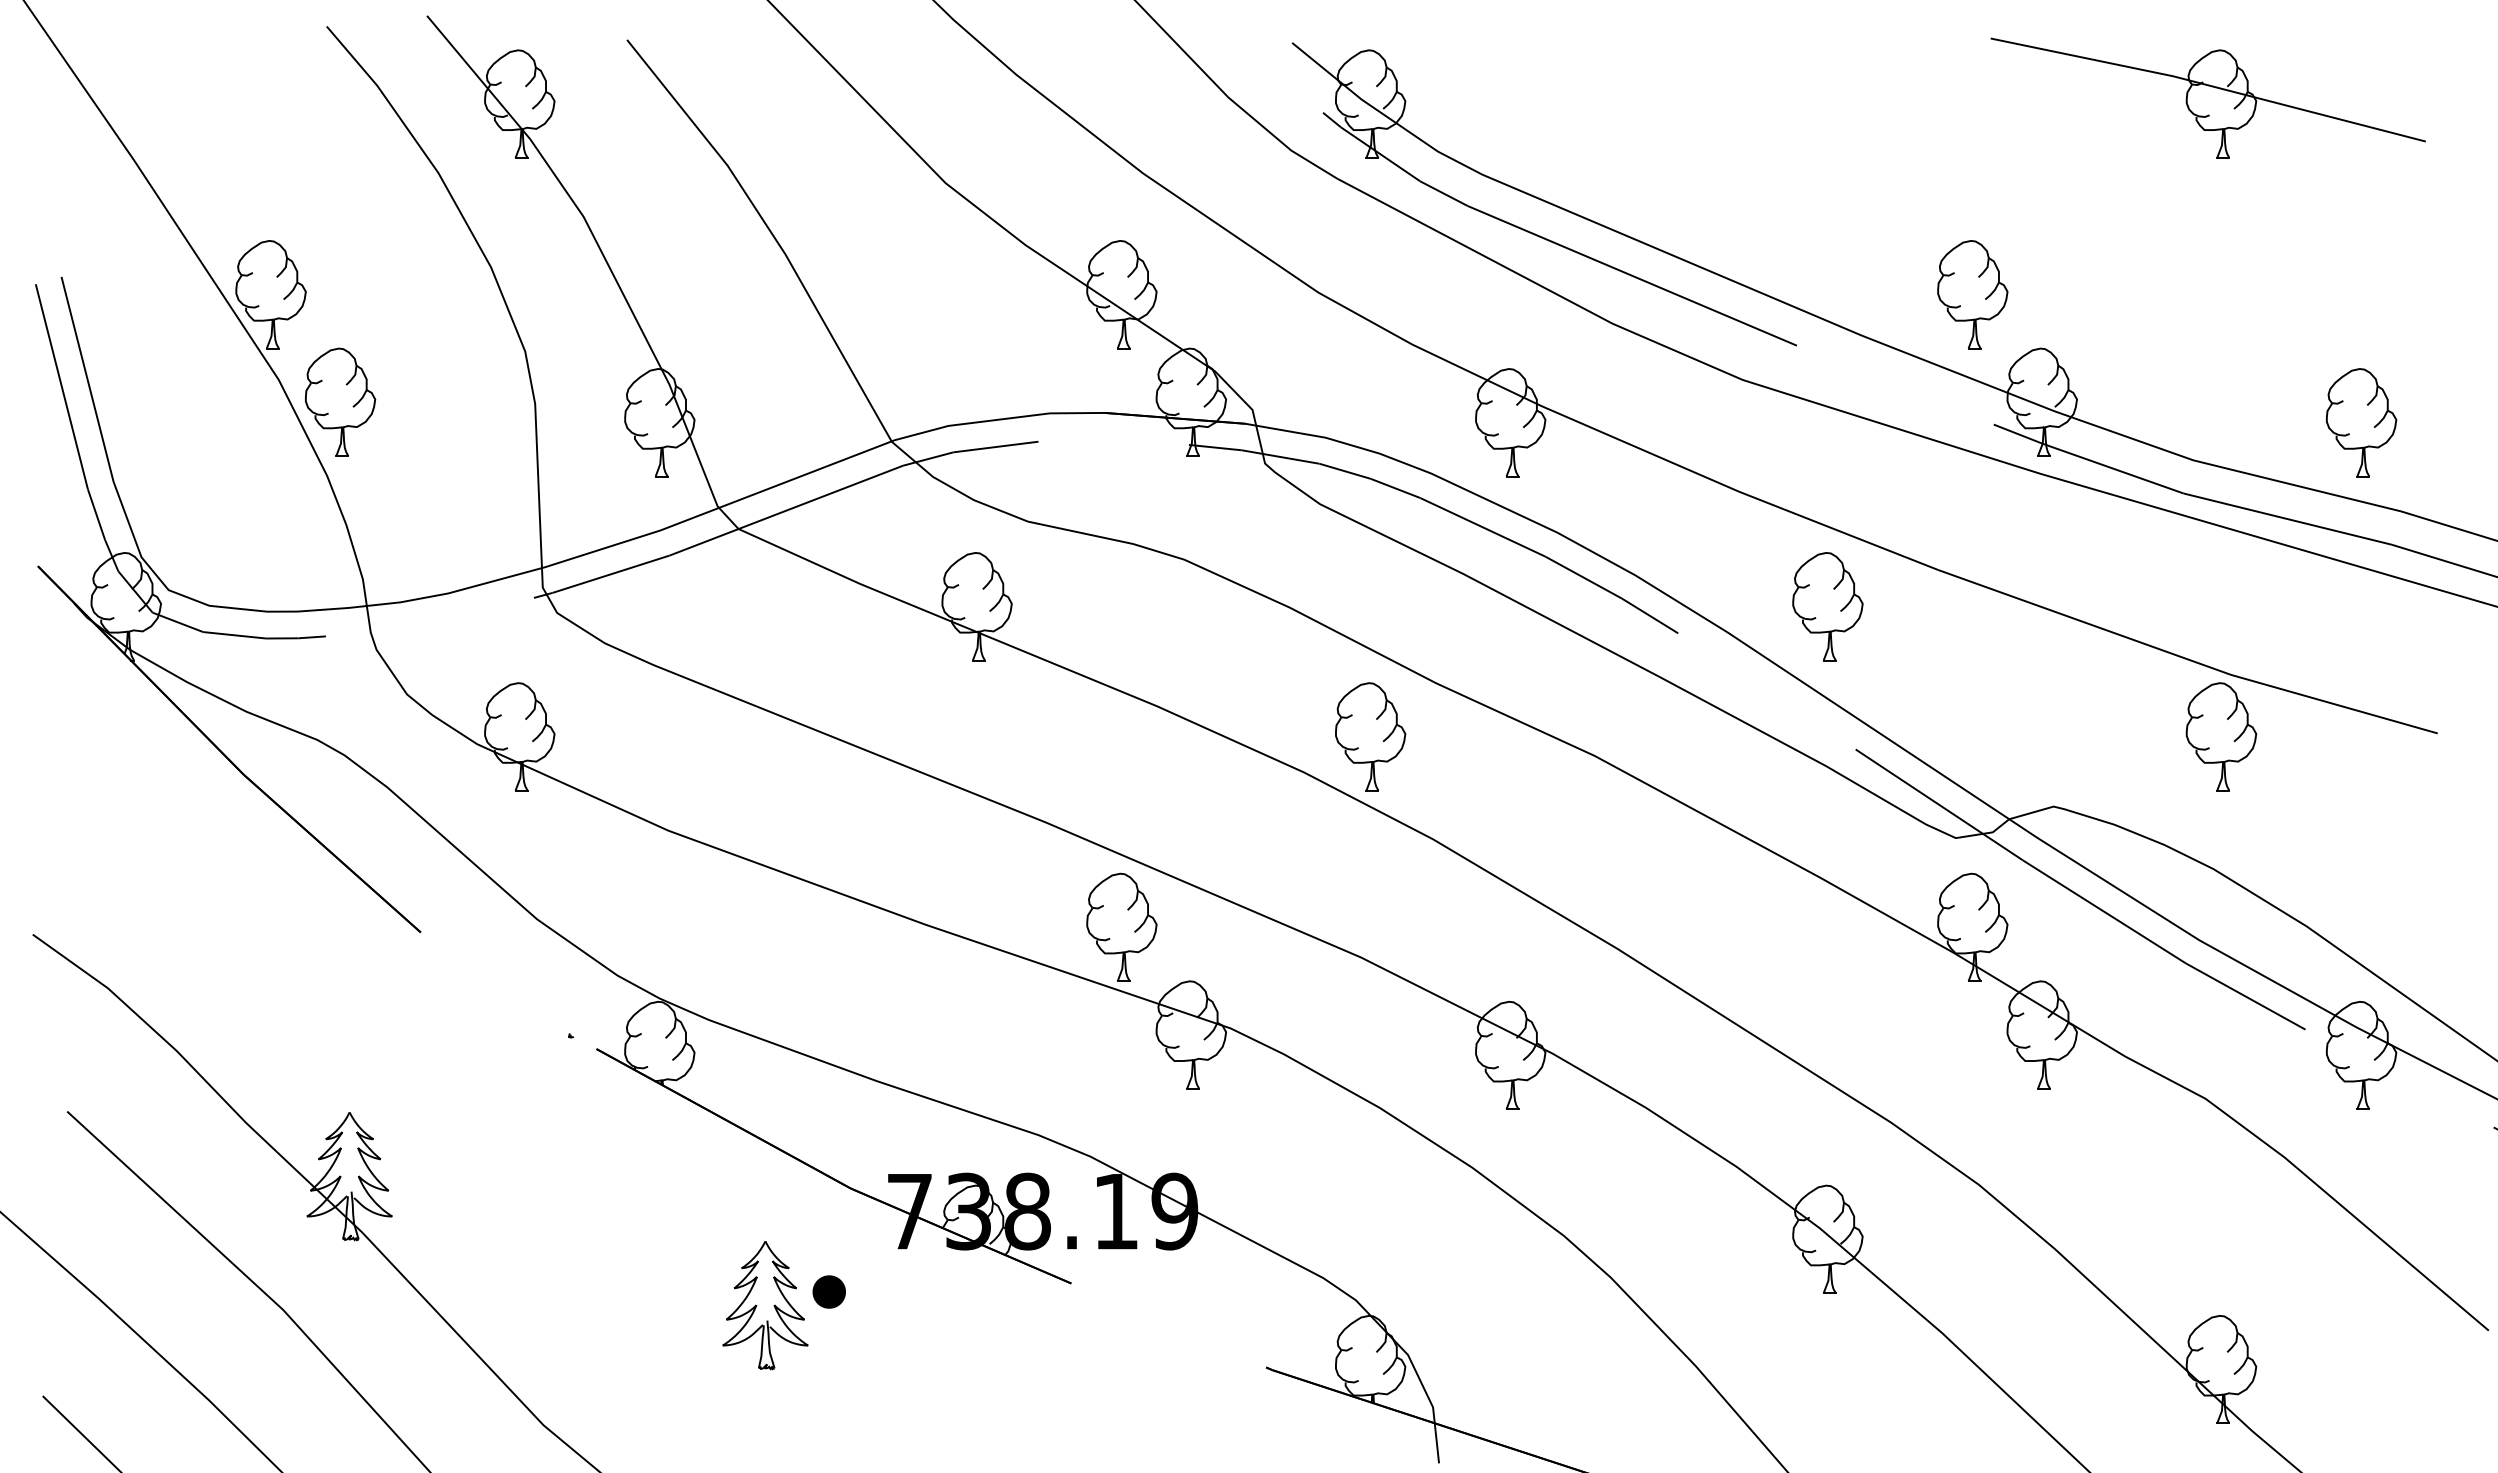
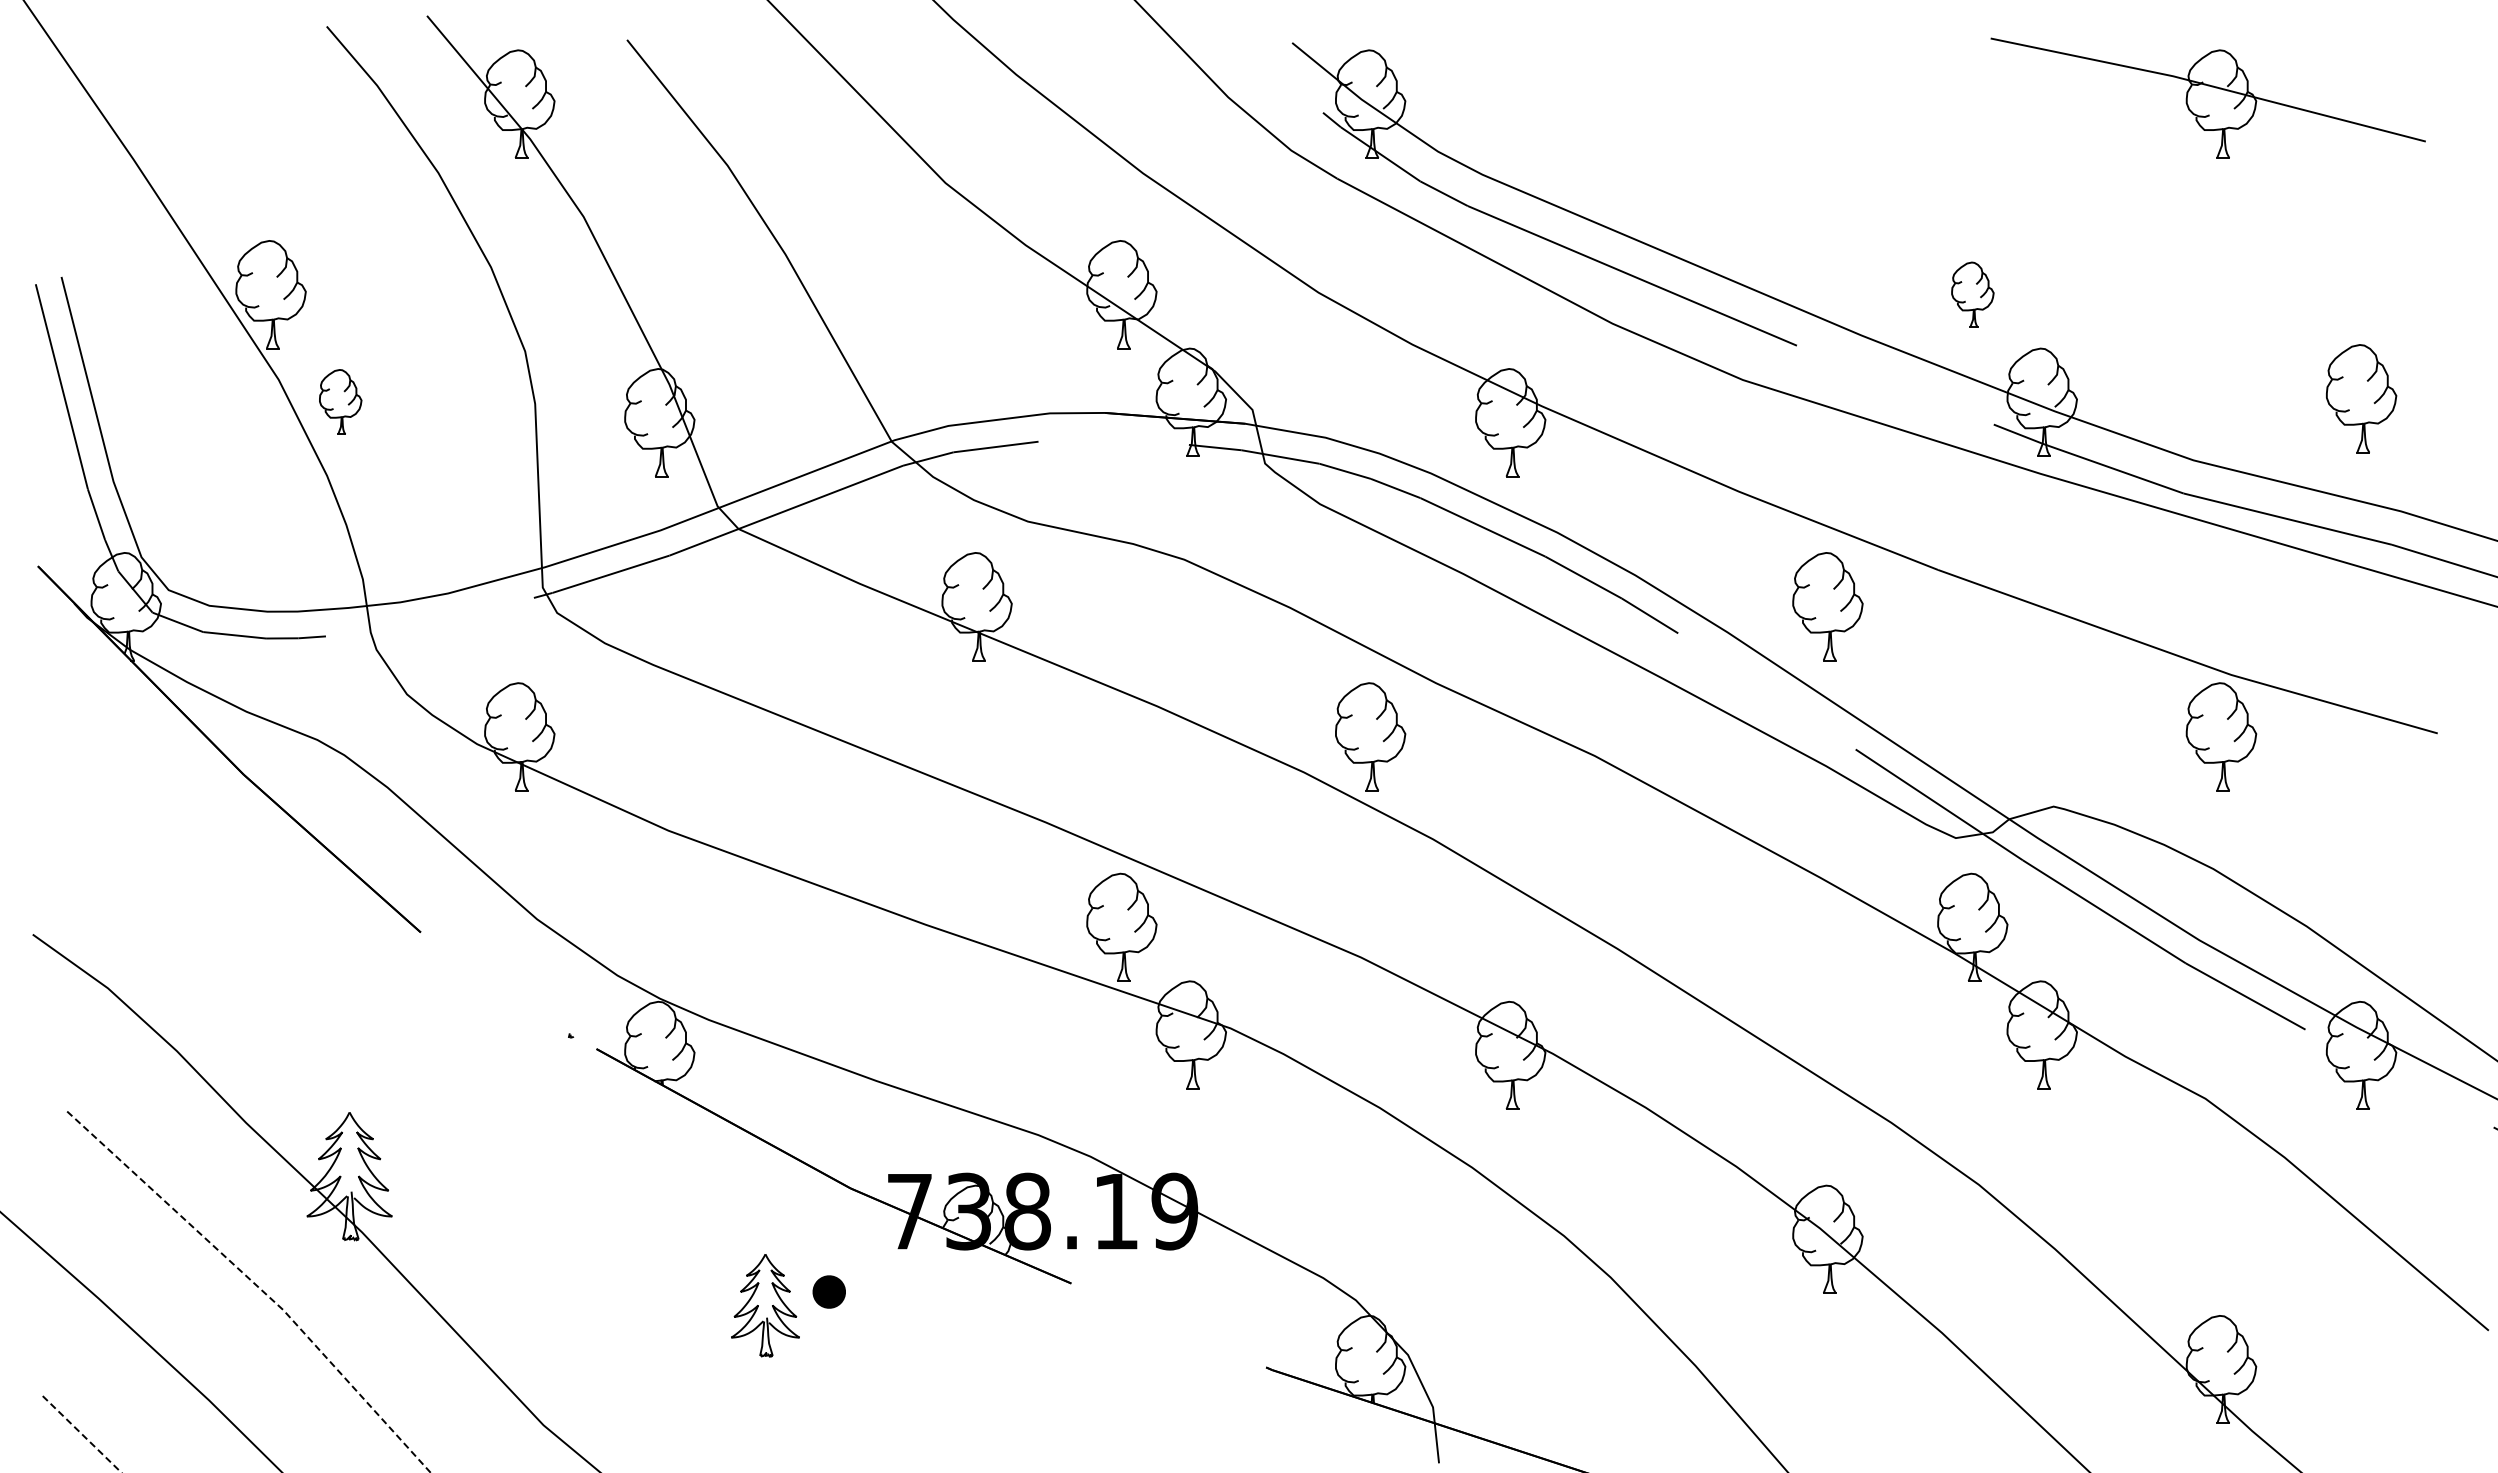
part at (1972, 294) size: 72x110 px -> 44x67 px
part at (340, 401) size: 72x110 px -> 44x66 px
part at (2361, 422) position: (2361, 422) -> (2361, 398)
line at (256, 1285): solid -> dashed
part at (765, 1305) size: 87x130 px -> 69x104 px
line at (82, 1434): solid -> dashed
